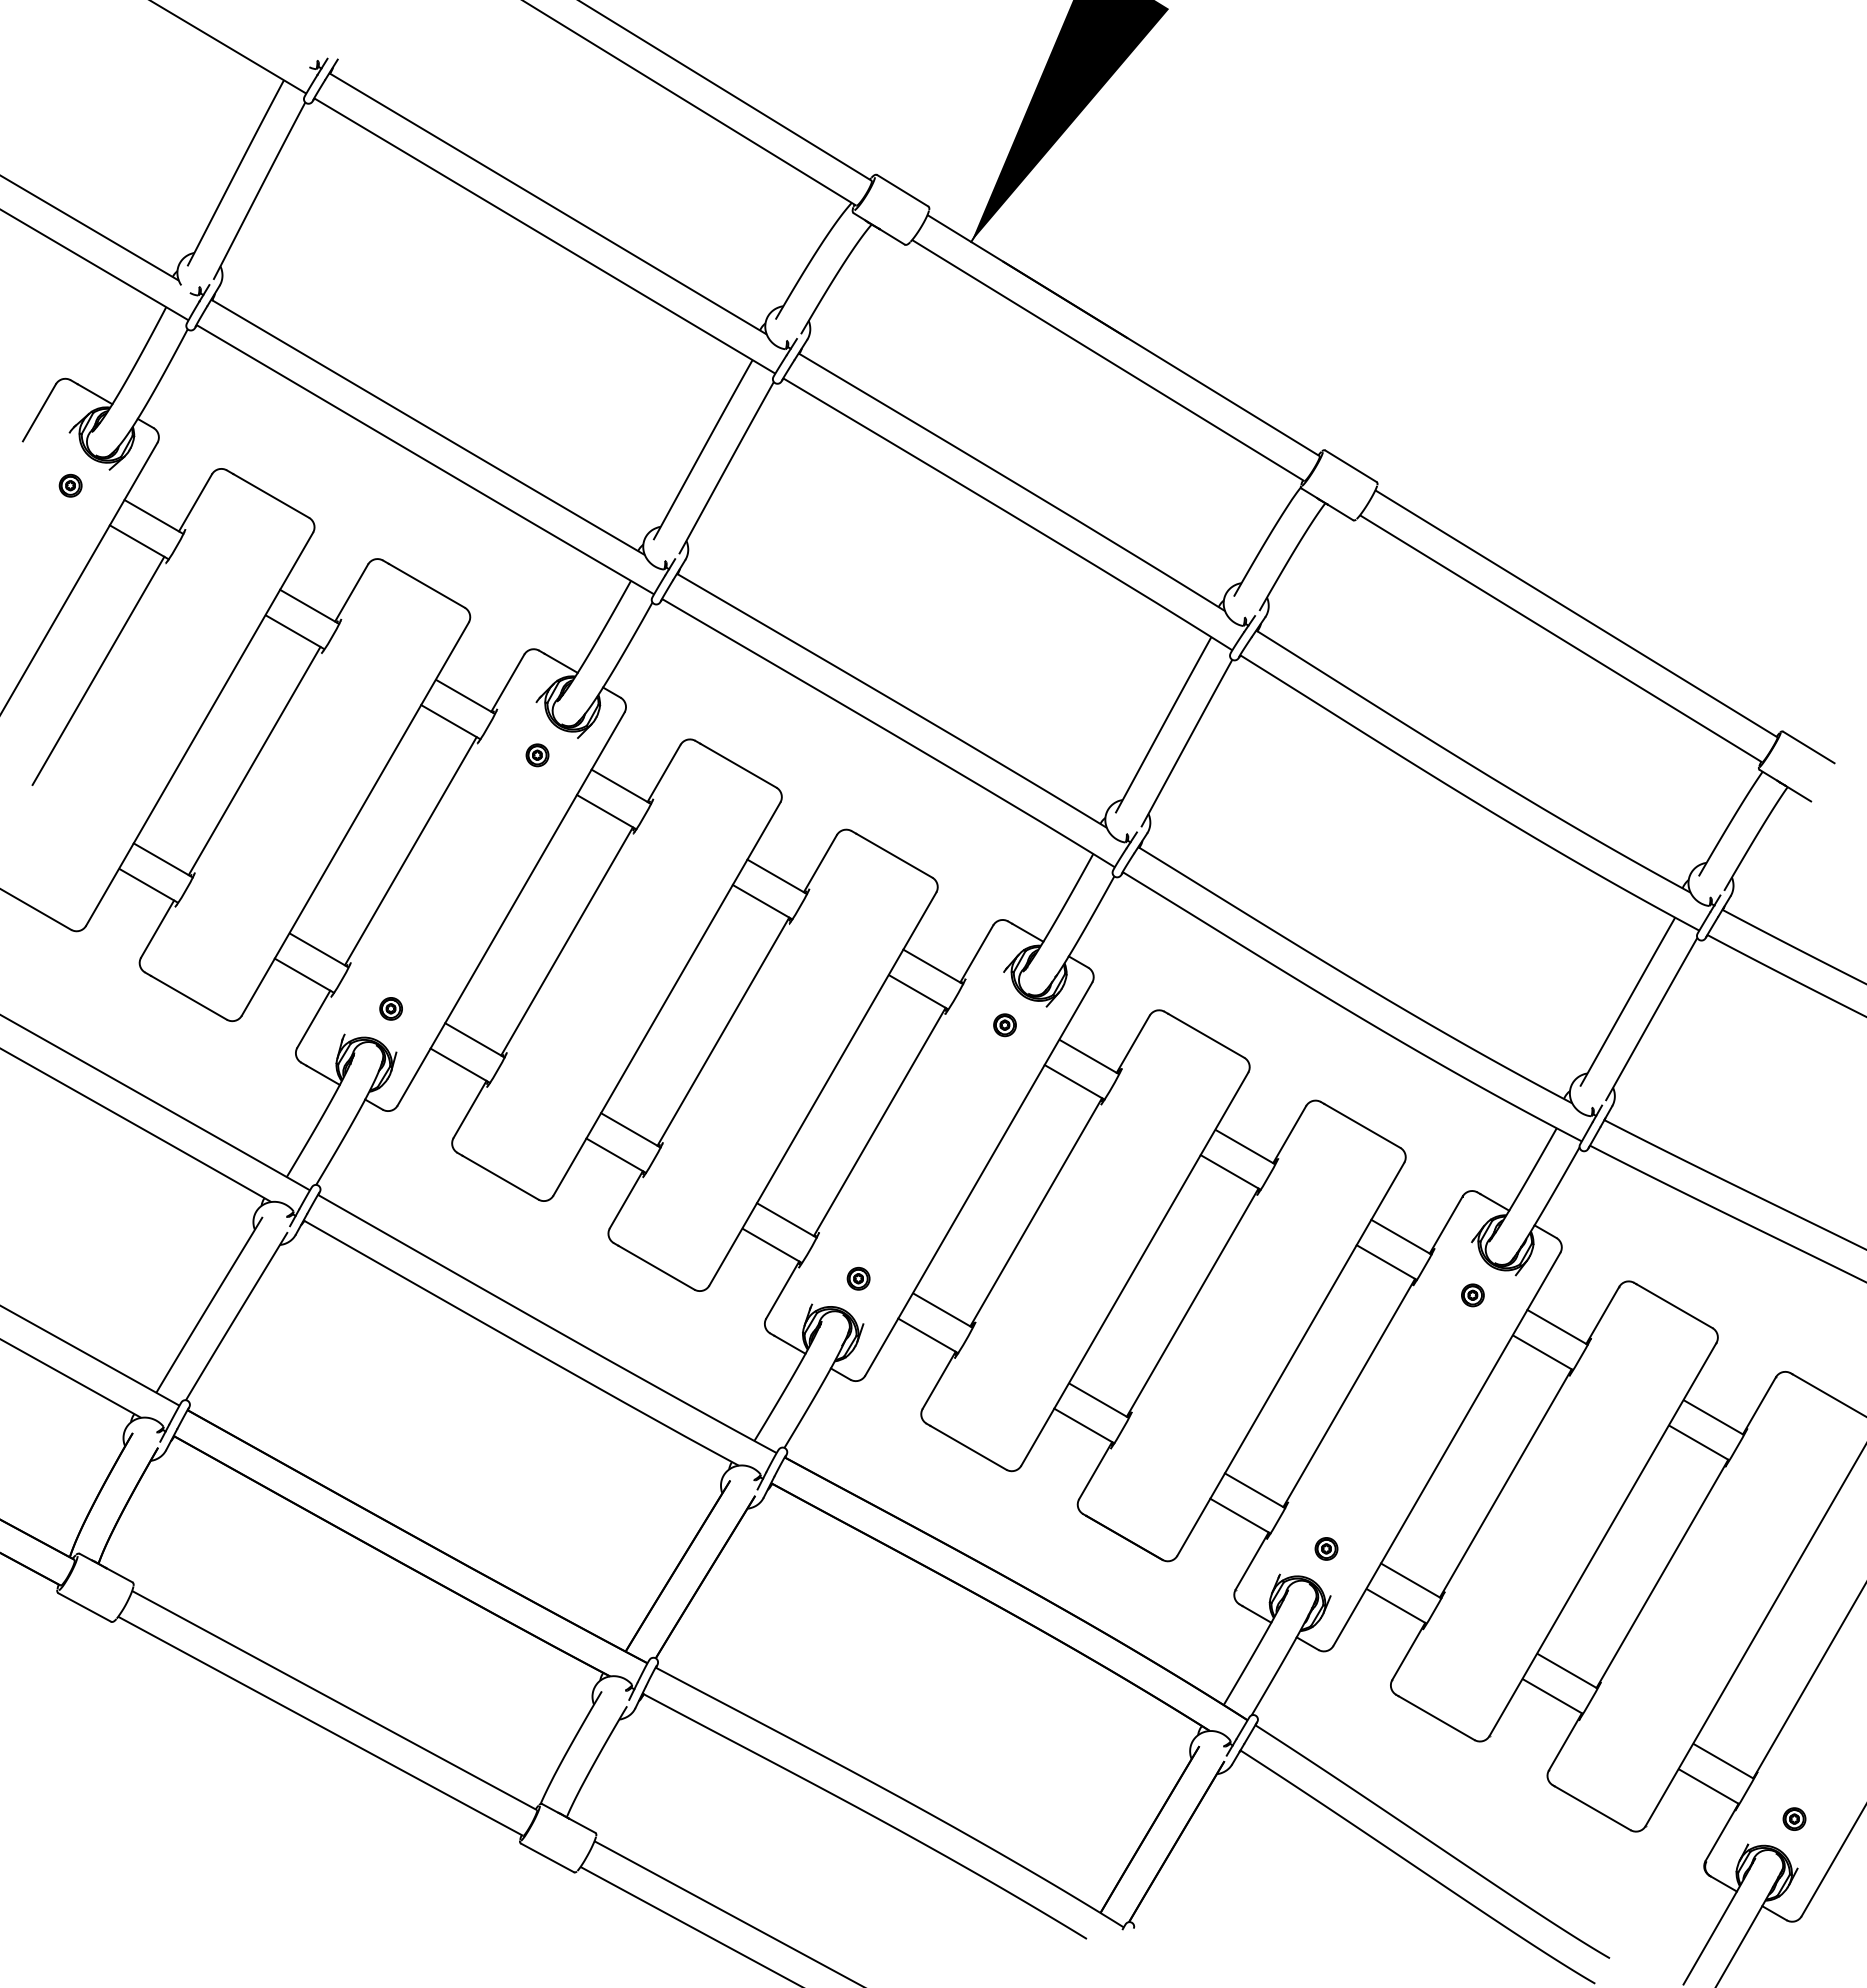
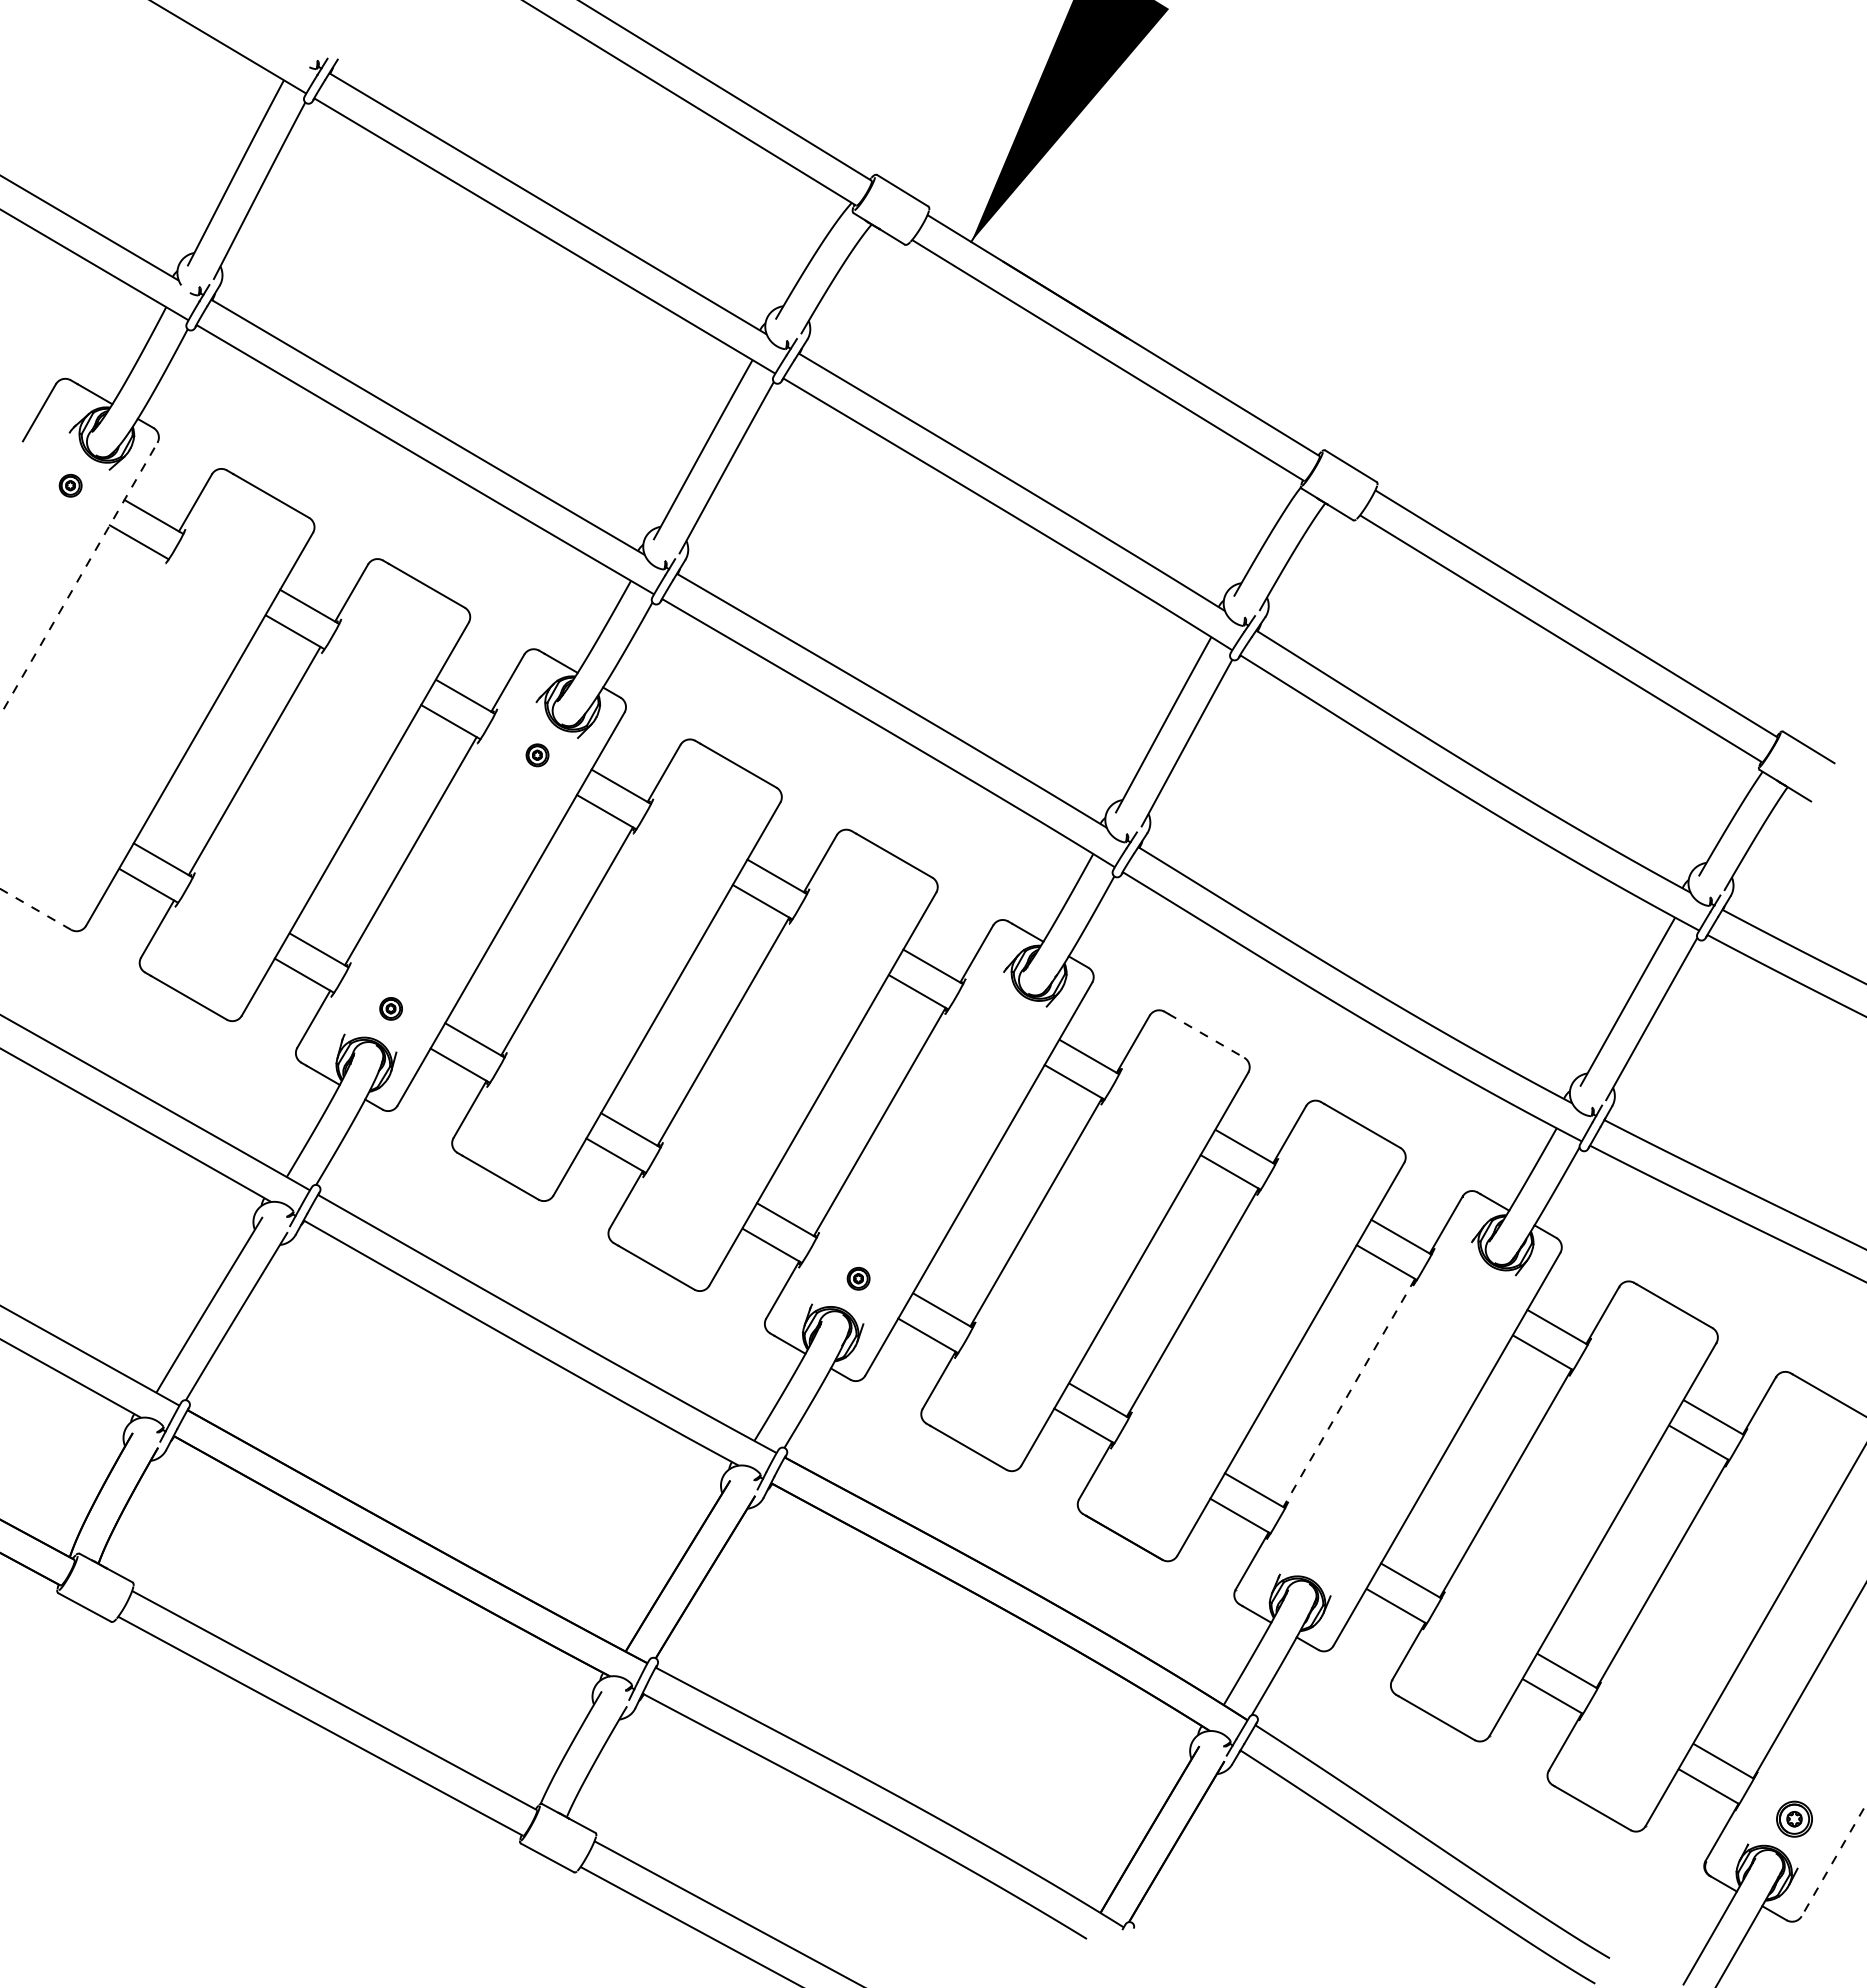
line at (78, 578): solid -> dashed
line at (98, 670): present -> none
line at (35, 909): solid -> dashed
part at (1004, 1025): present -> none
line at (1206, 1035): solid -> dashed
part at (1472, 1295): present -> none
line at (1349, 1393): solid -> dashed
part at (1326, 1548): present -> none
part at (1794, 1818) size: 25x24 px -> 37x38 px
line at (1834, 1859): solid -> dashed
